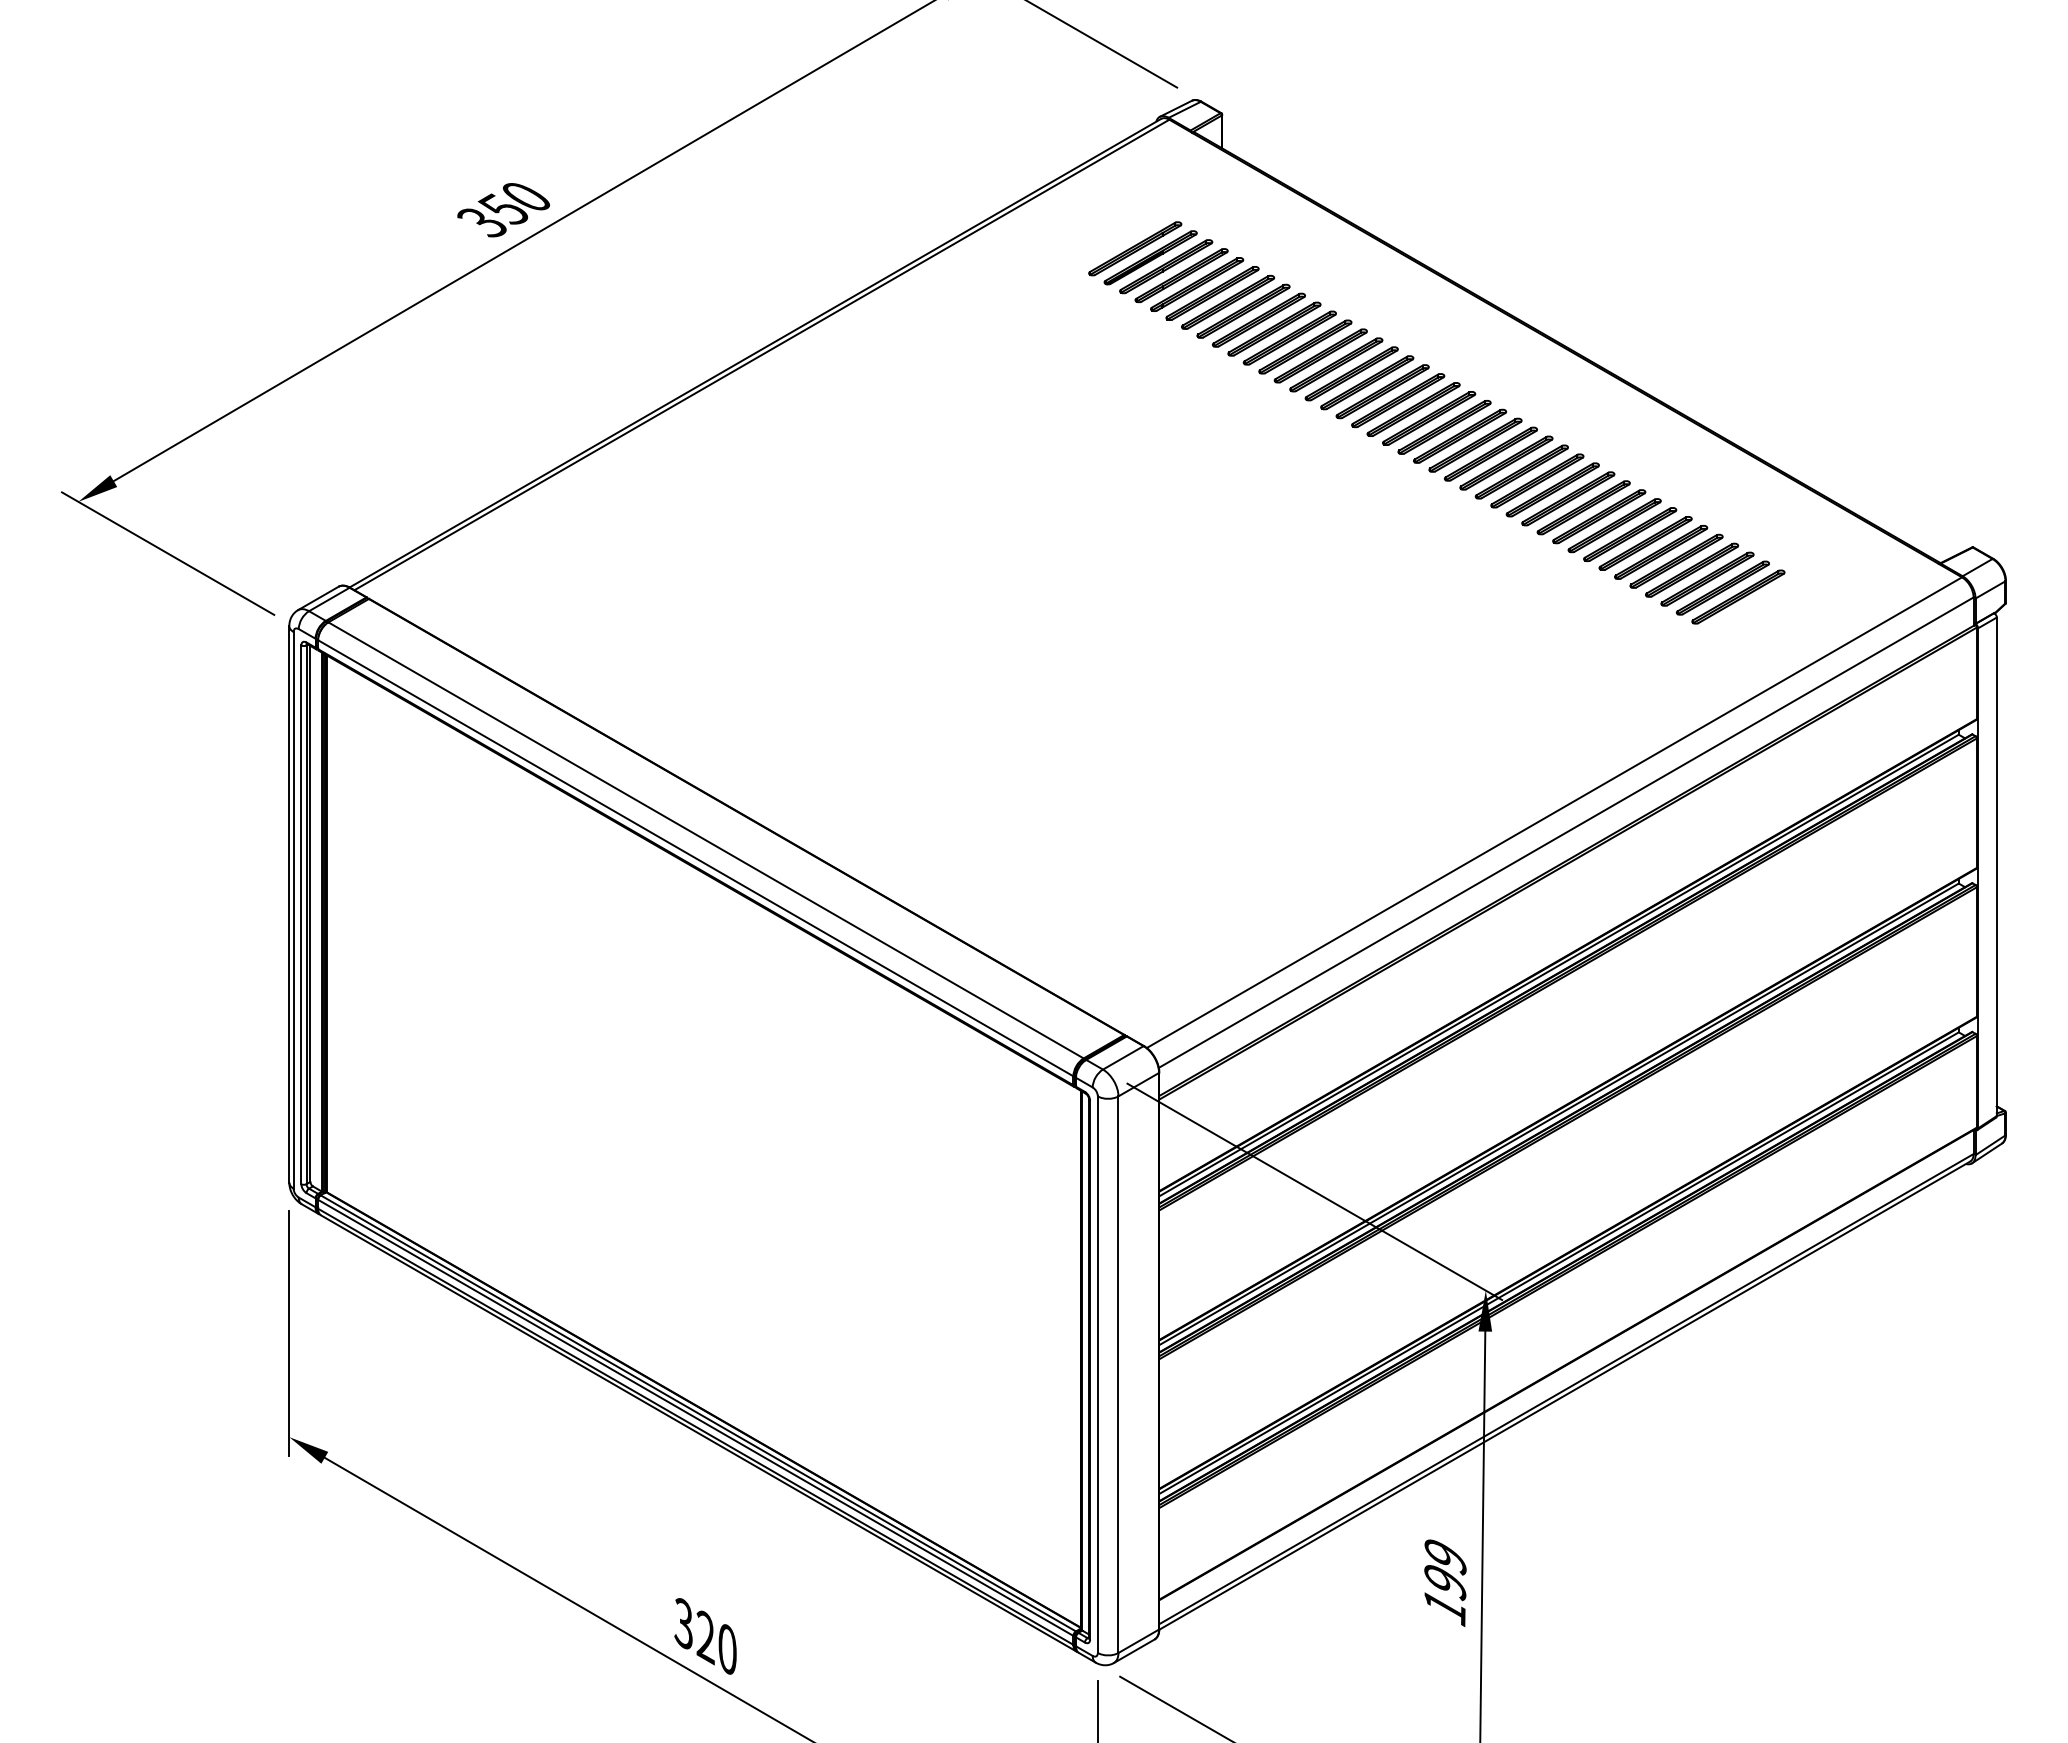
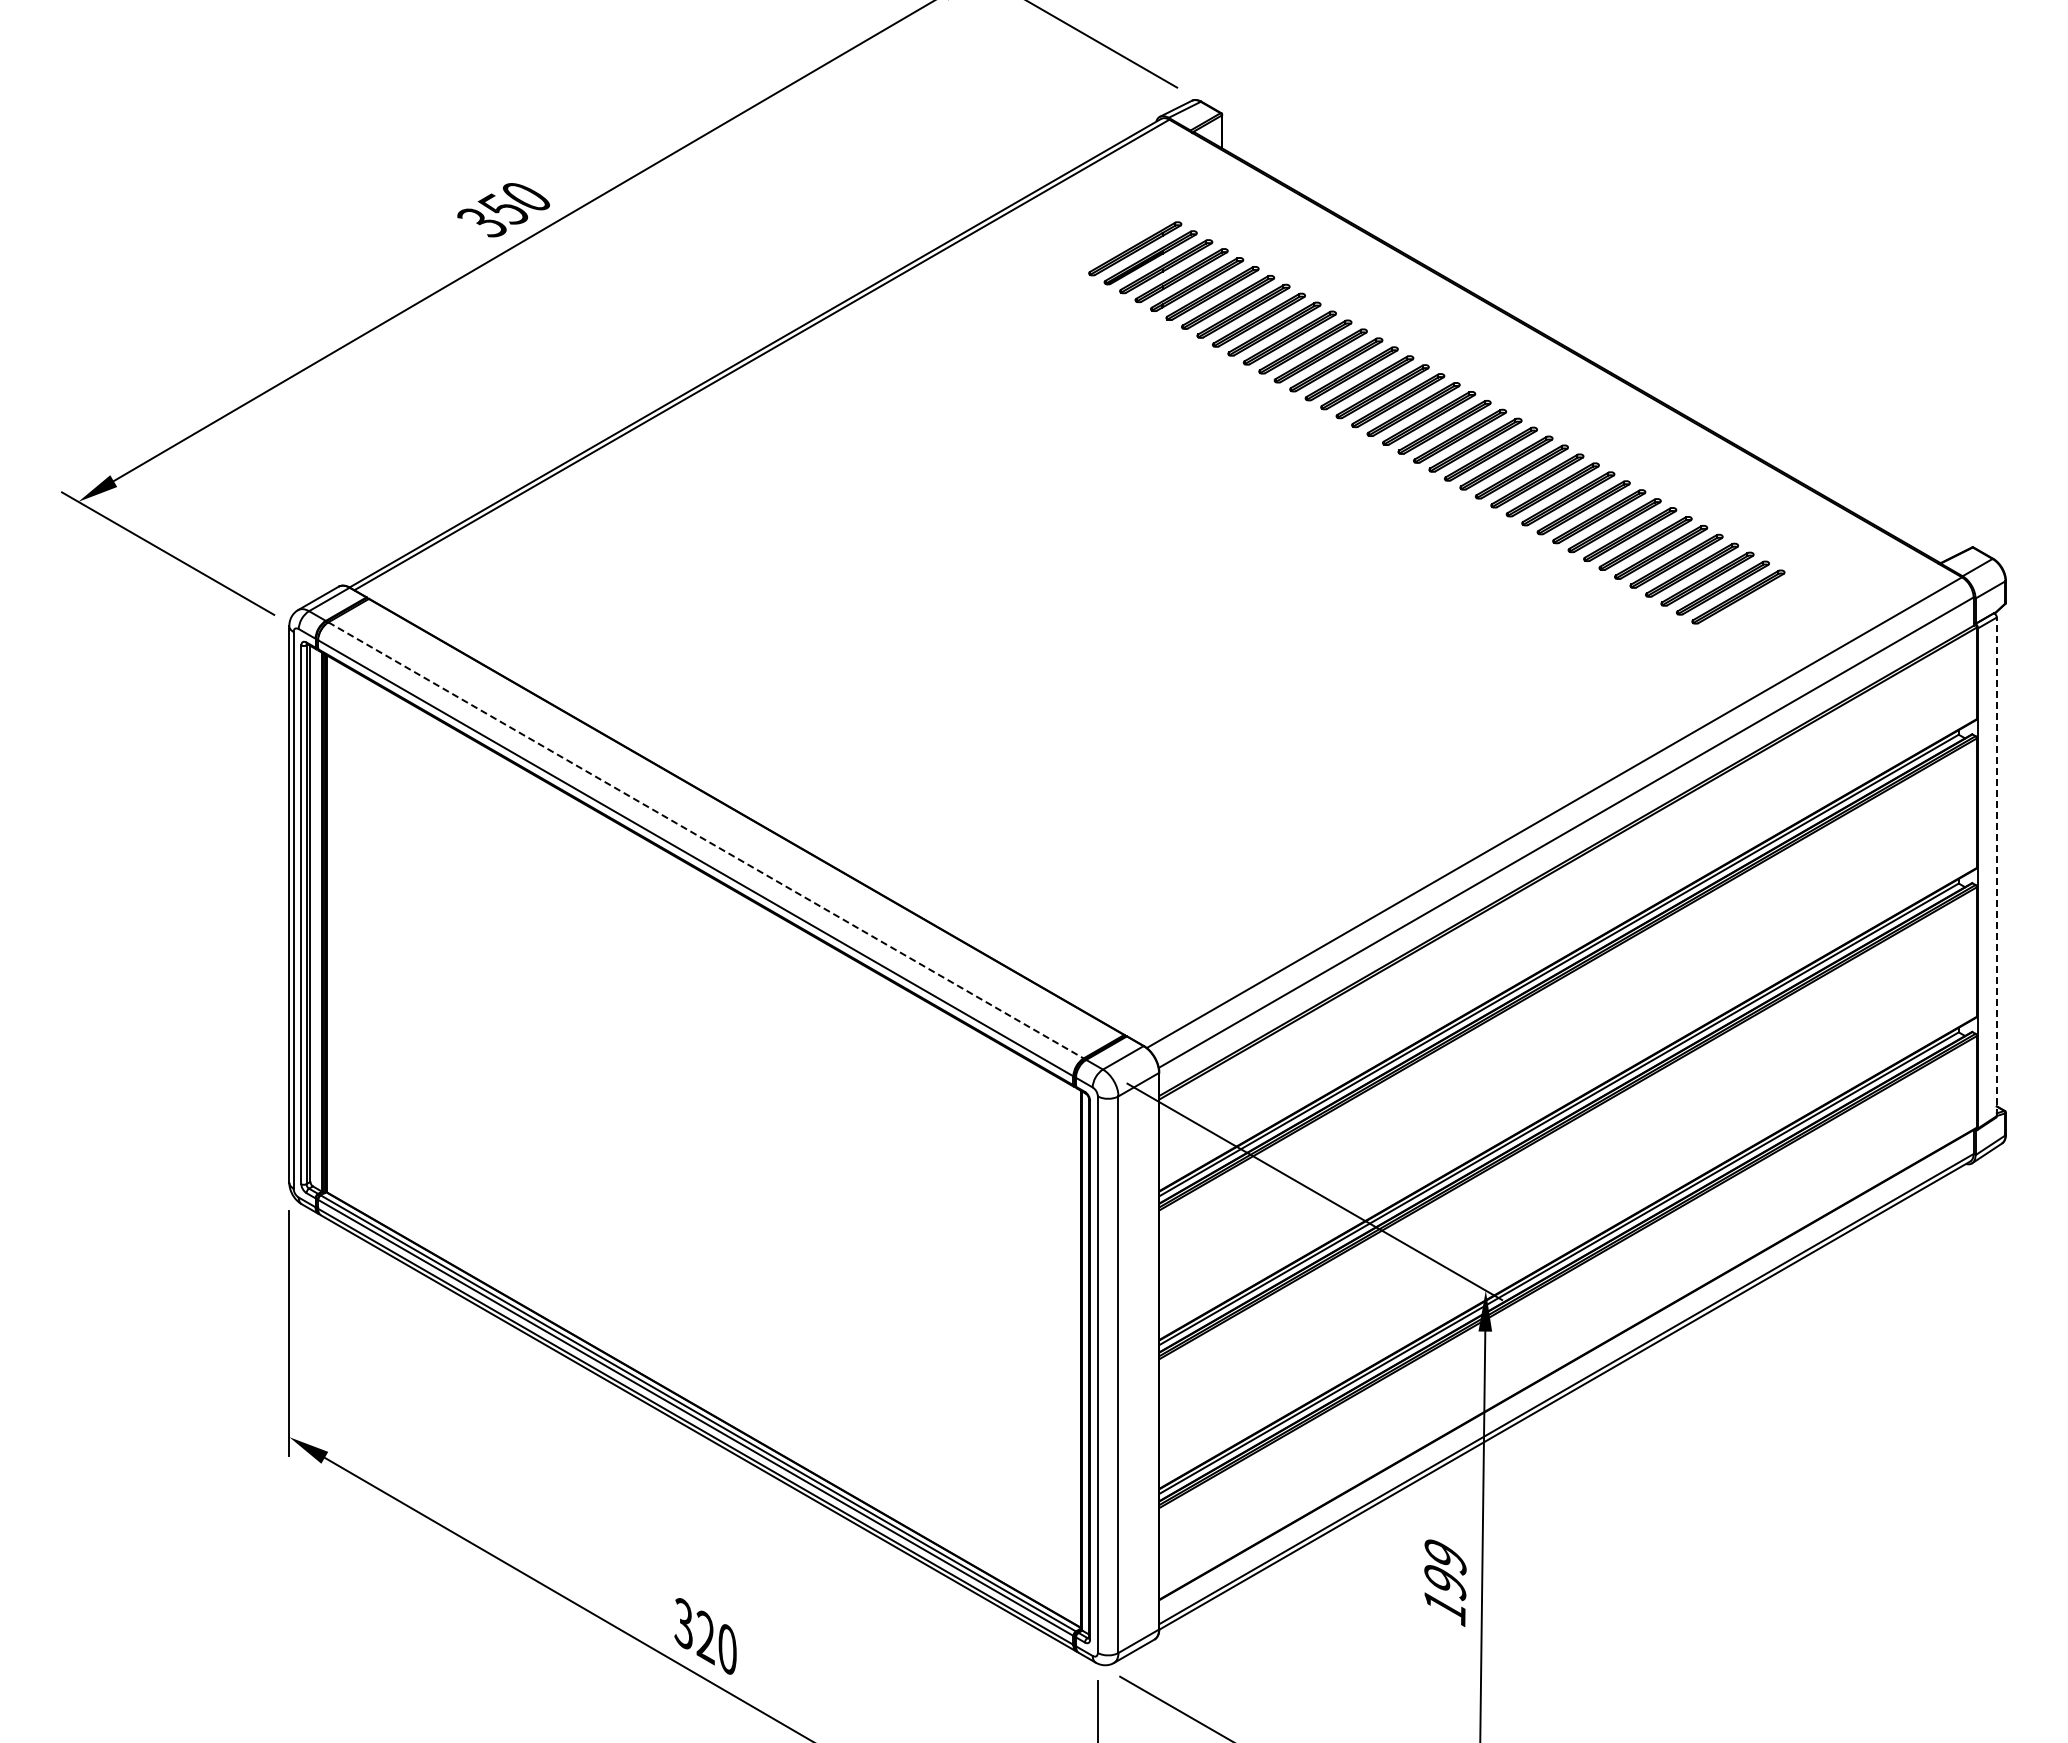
line at (706, 840): solid -> dashed
line at (1996, 866): solid -> dashed
